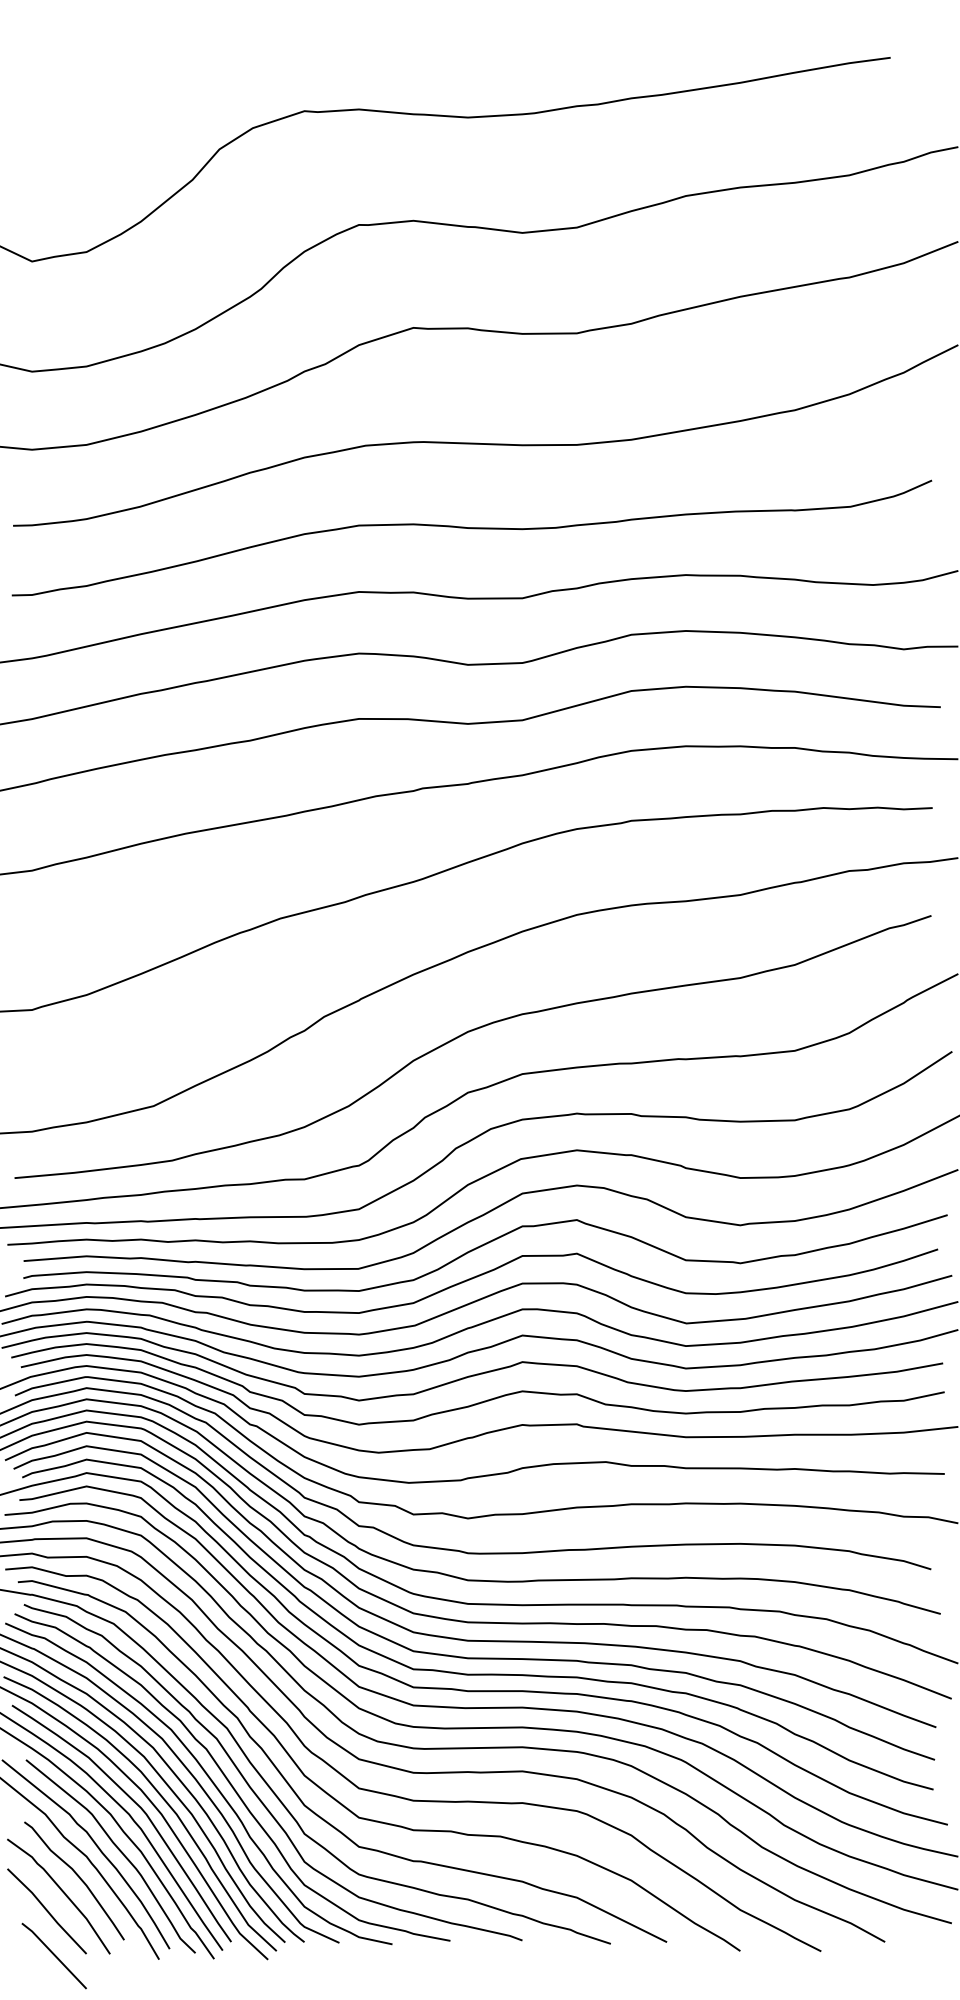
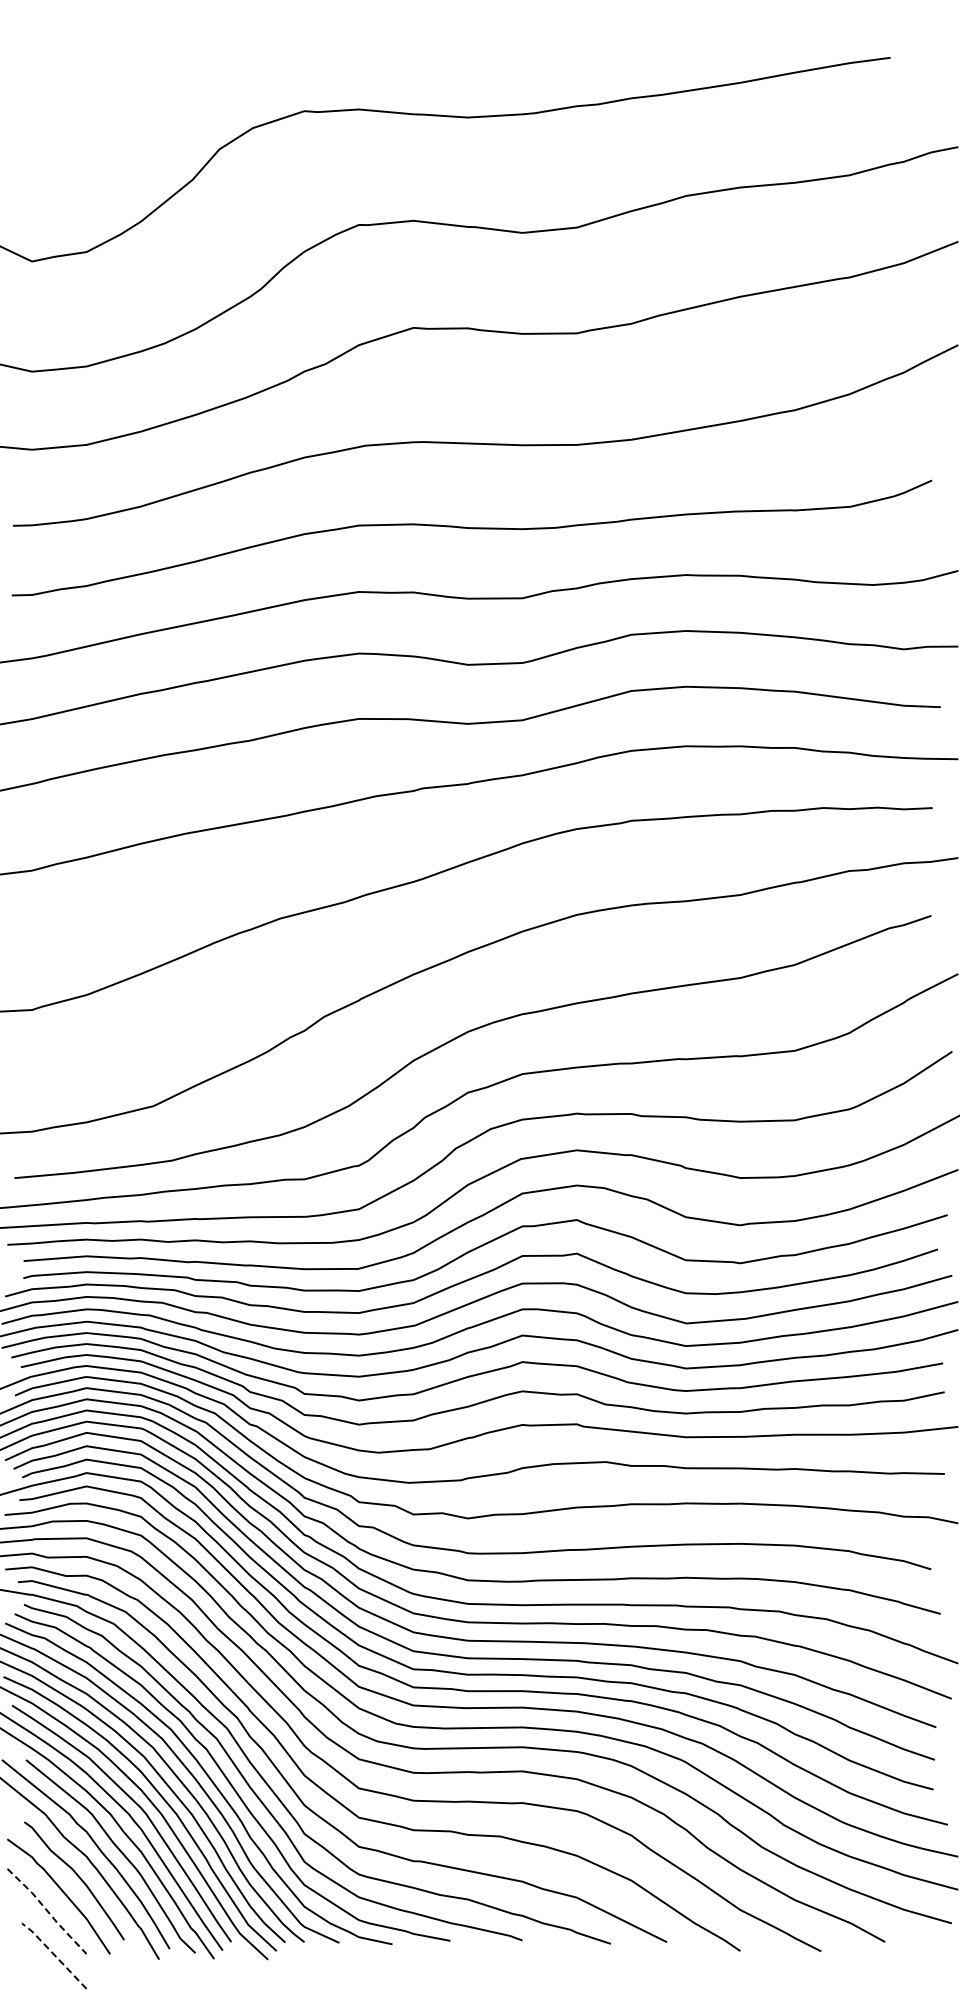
line at (47, 1911): solid -> dashed
line at (54, 1955): solid -> dashed
